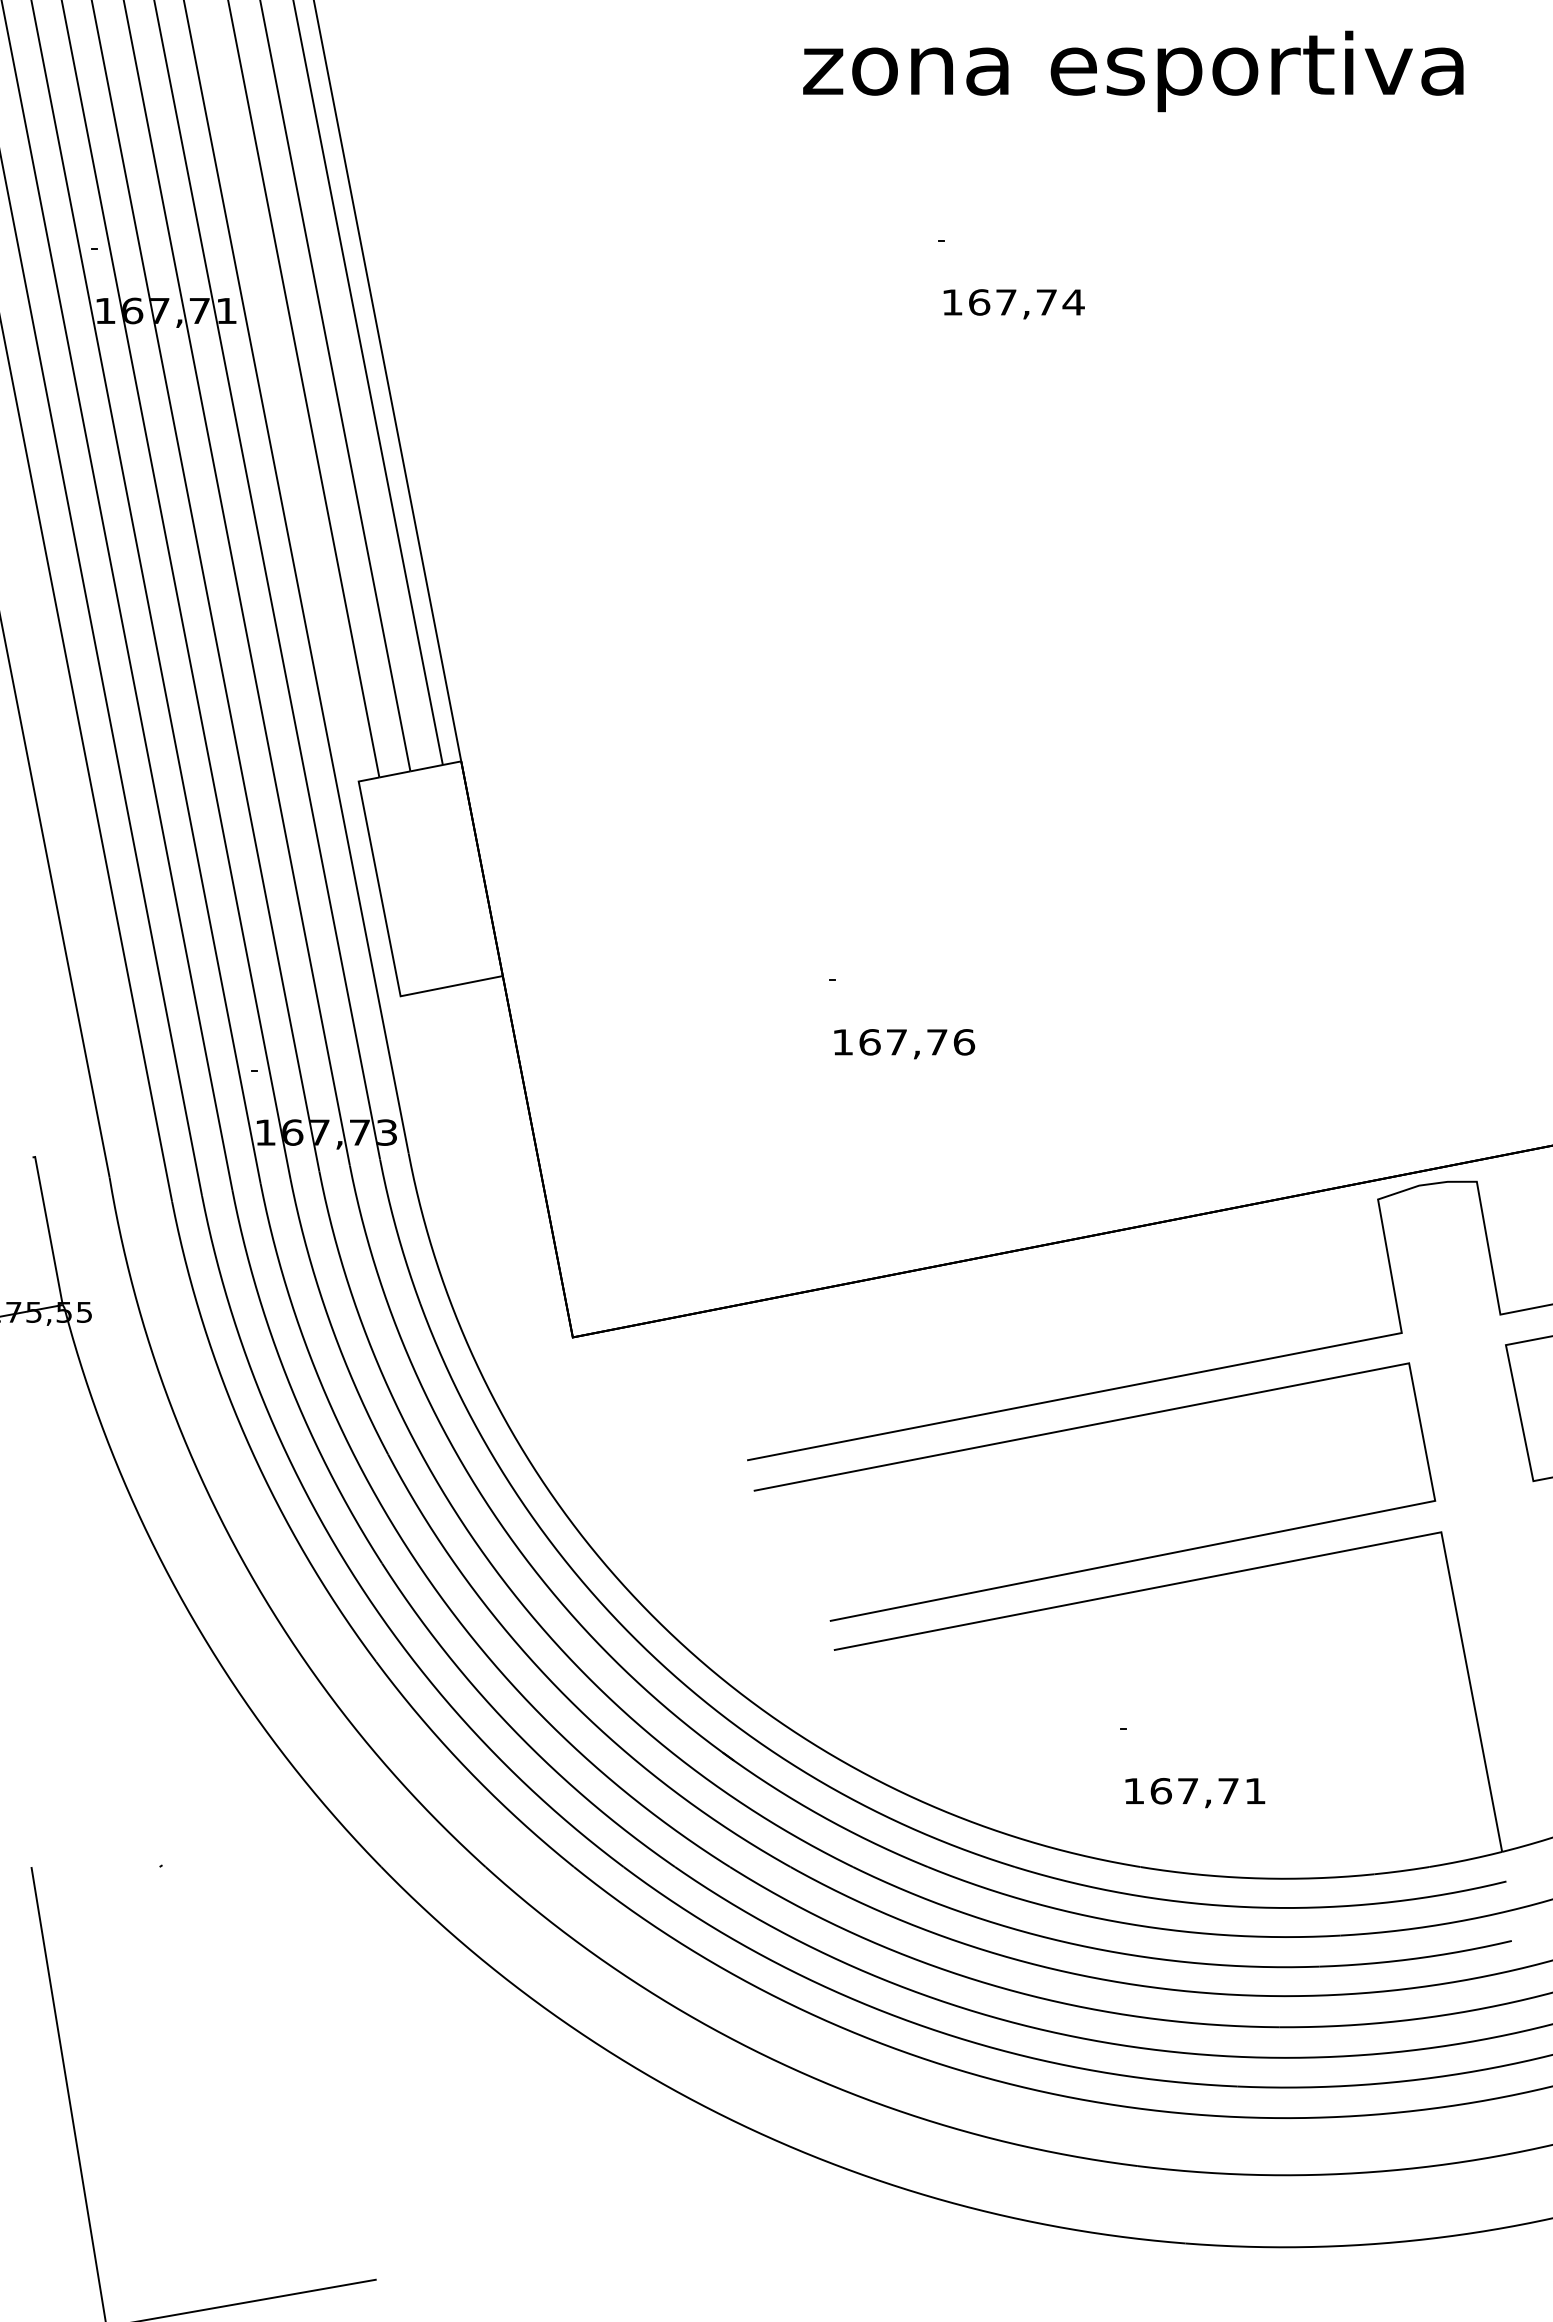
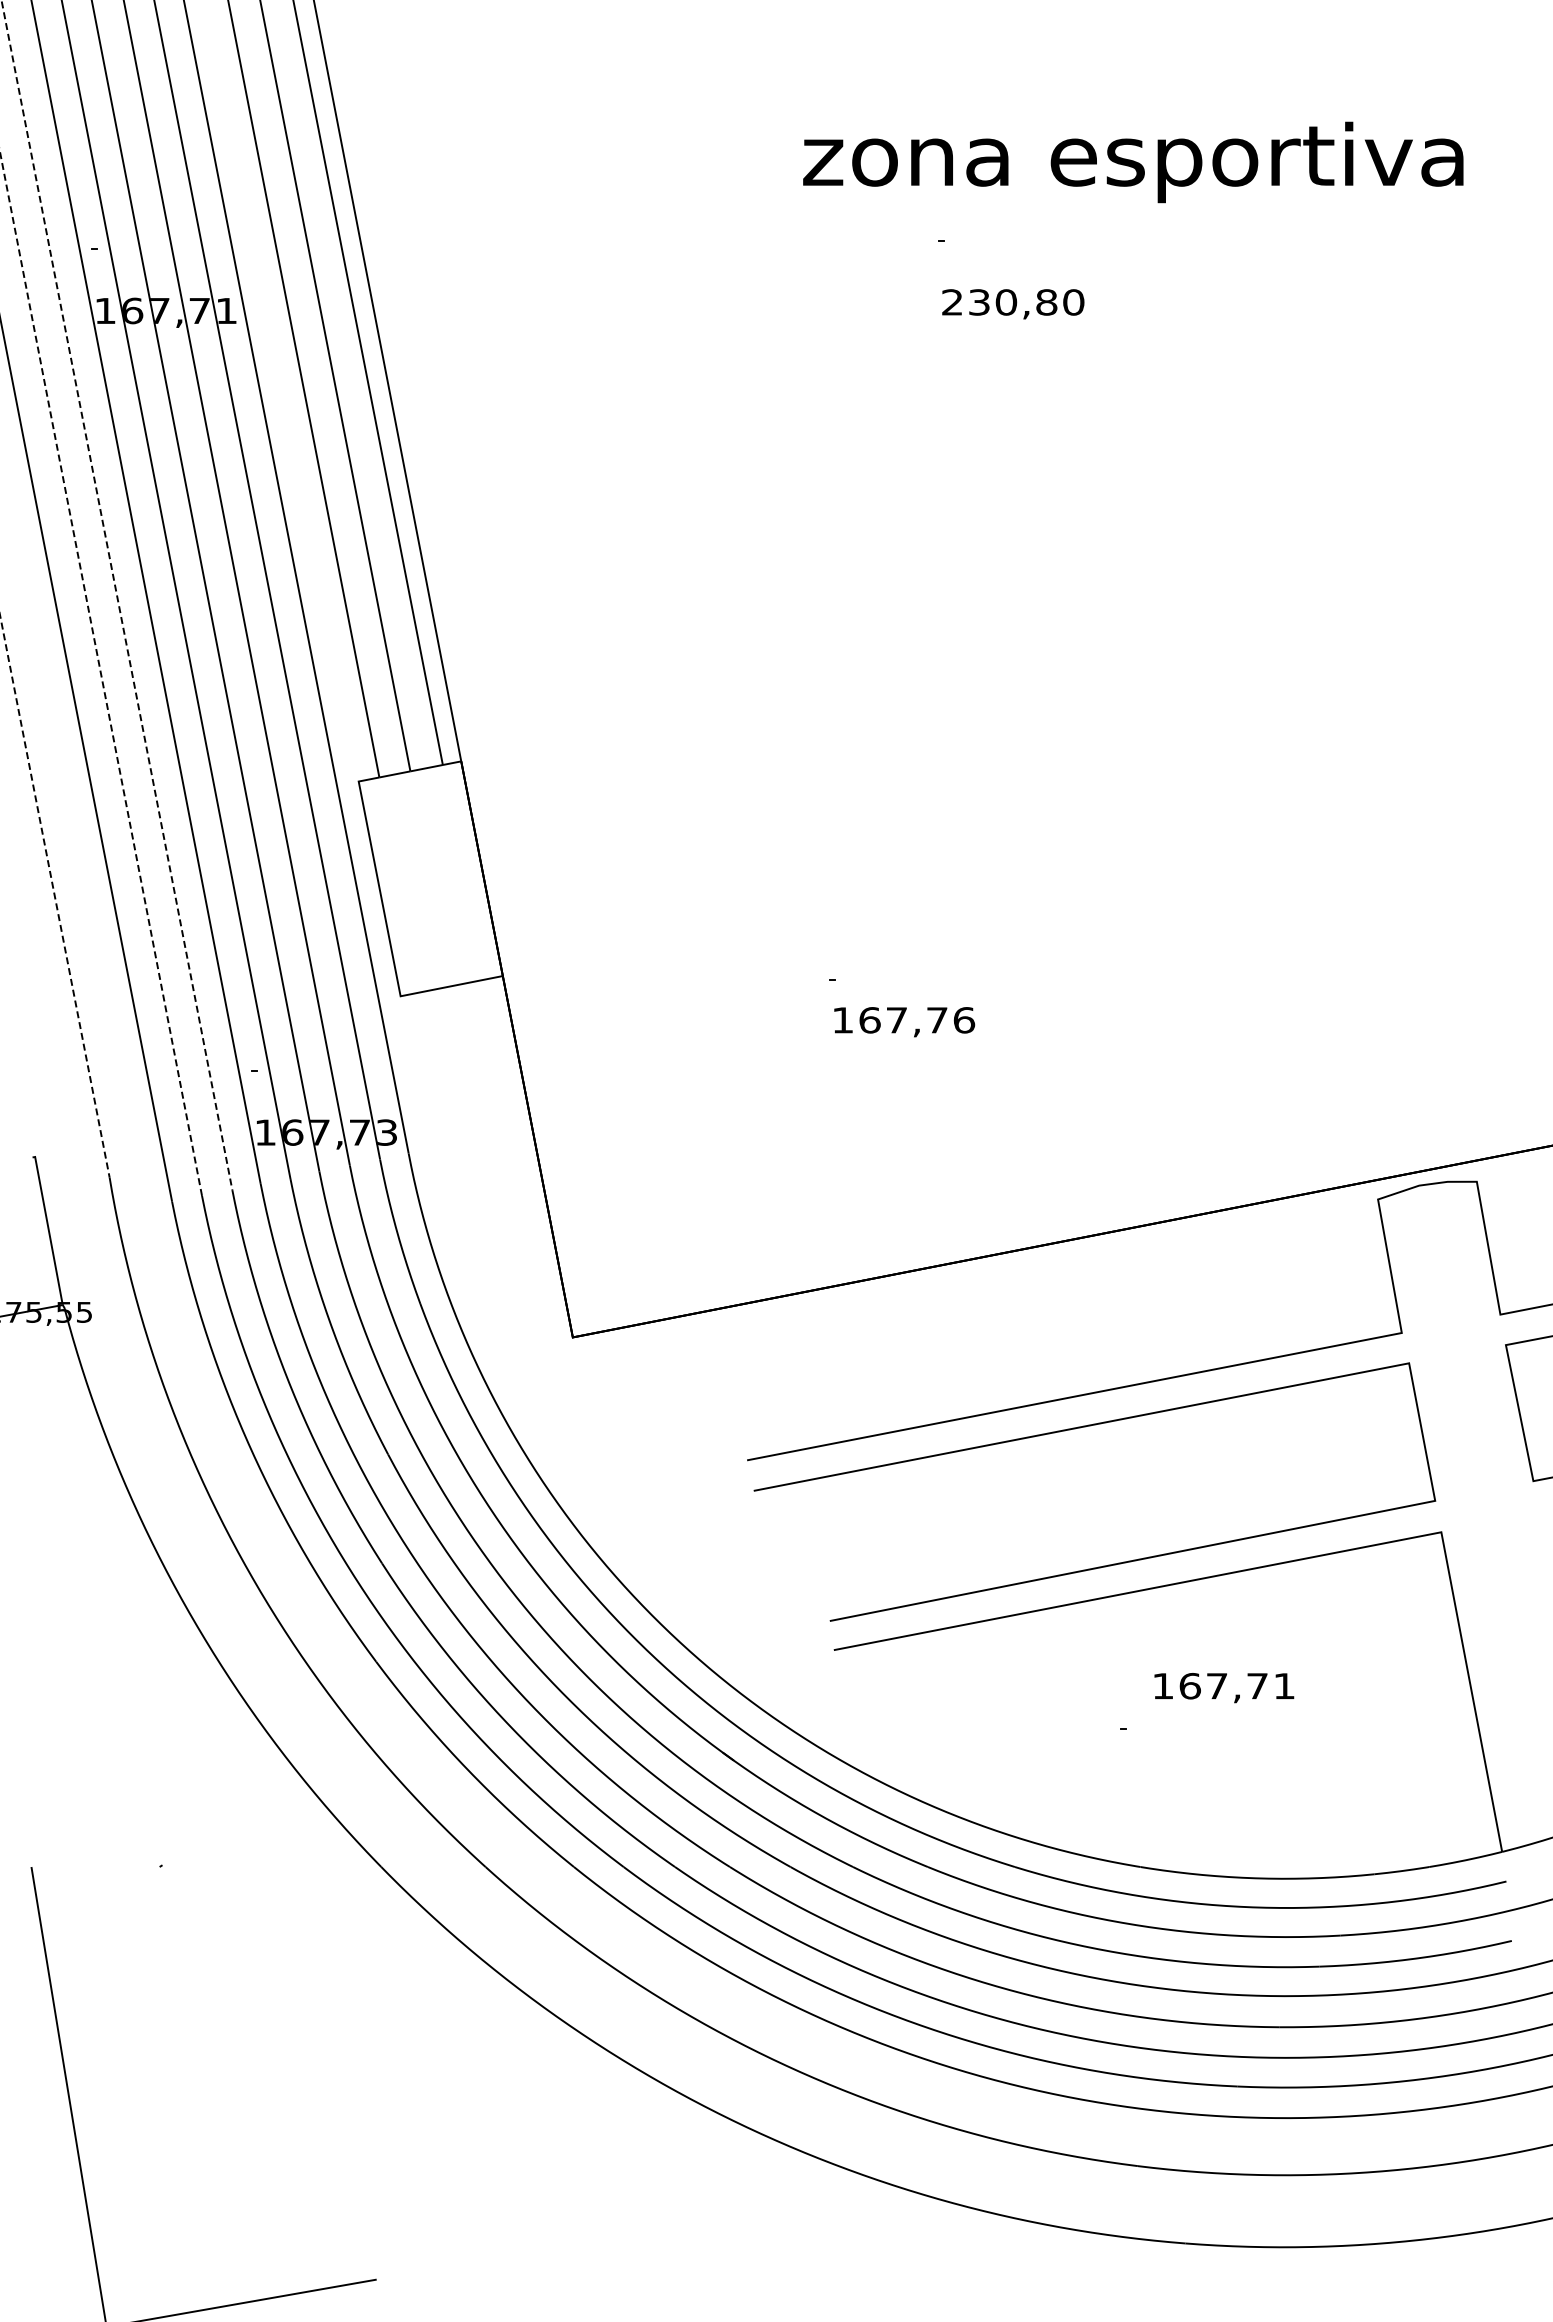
text at (1133, 71) position: (1133, 71) -> (1133, 162)
text at (1013, 302): 167,74 -> 230,80
line at (116, 595): solid -> dashed
line at (100, 673): solid -> dashed
line at (54, 897): solid -> dashed
text at (904, 1044) position: (904, 1044) -> (904, 1022)
text at (1195, 1793) position: (1195, 1793) -> (1224, 1688)
